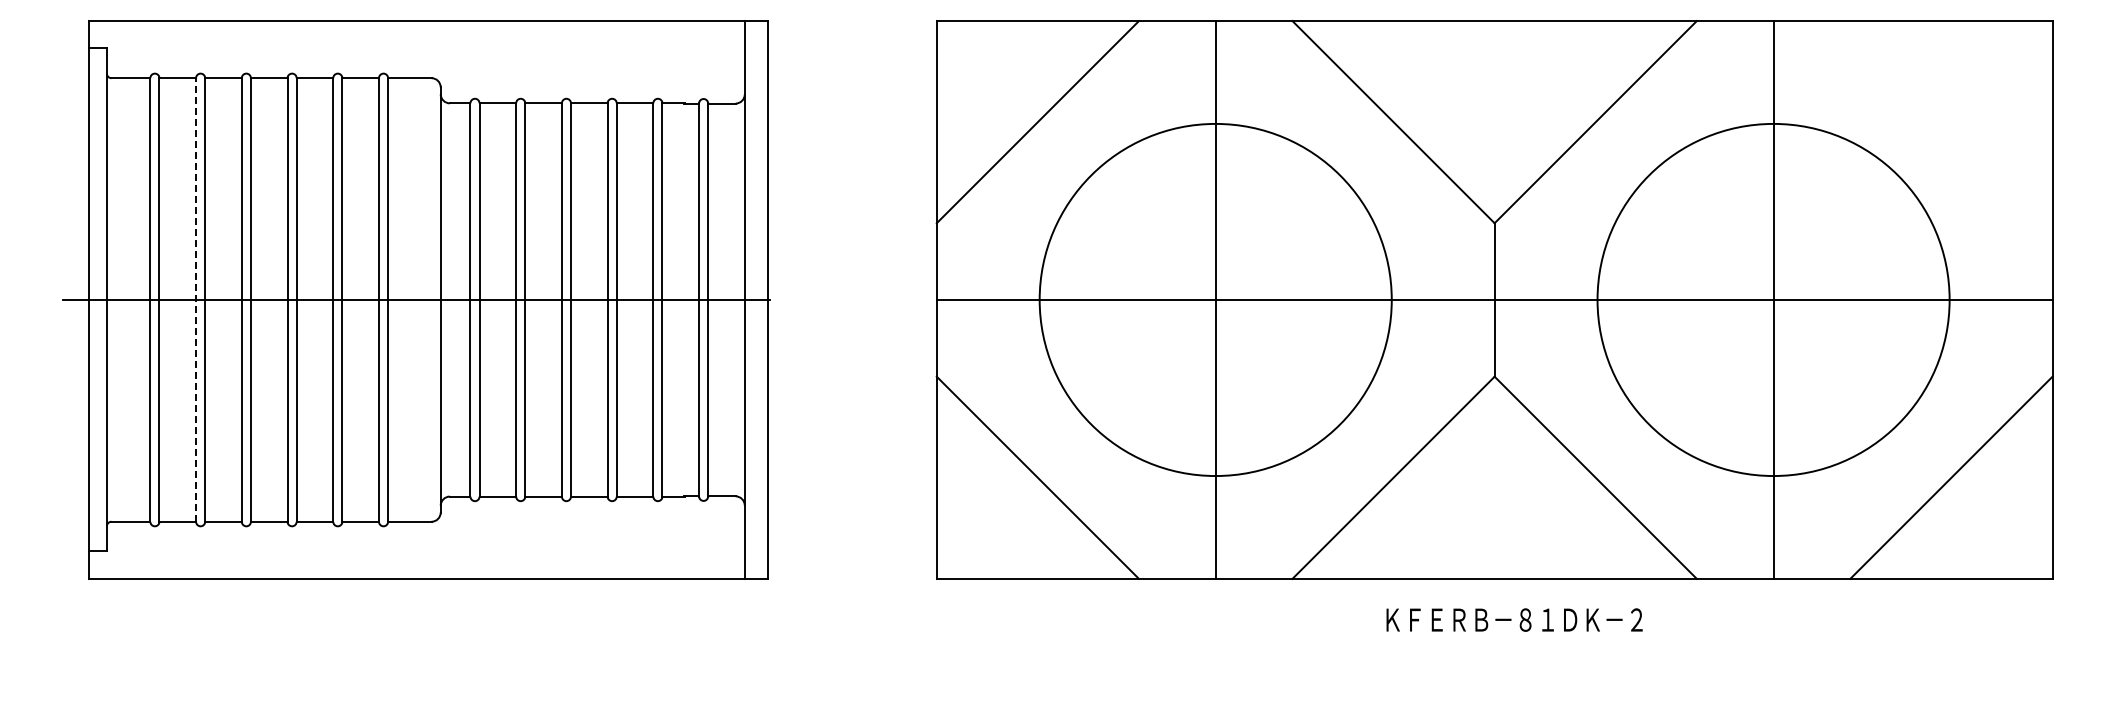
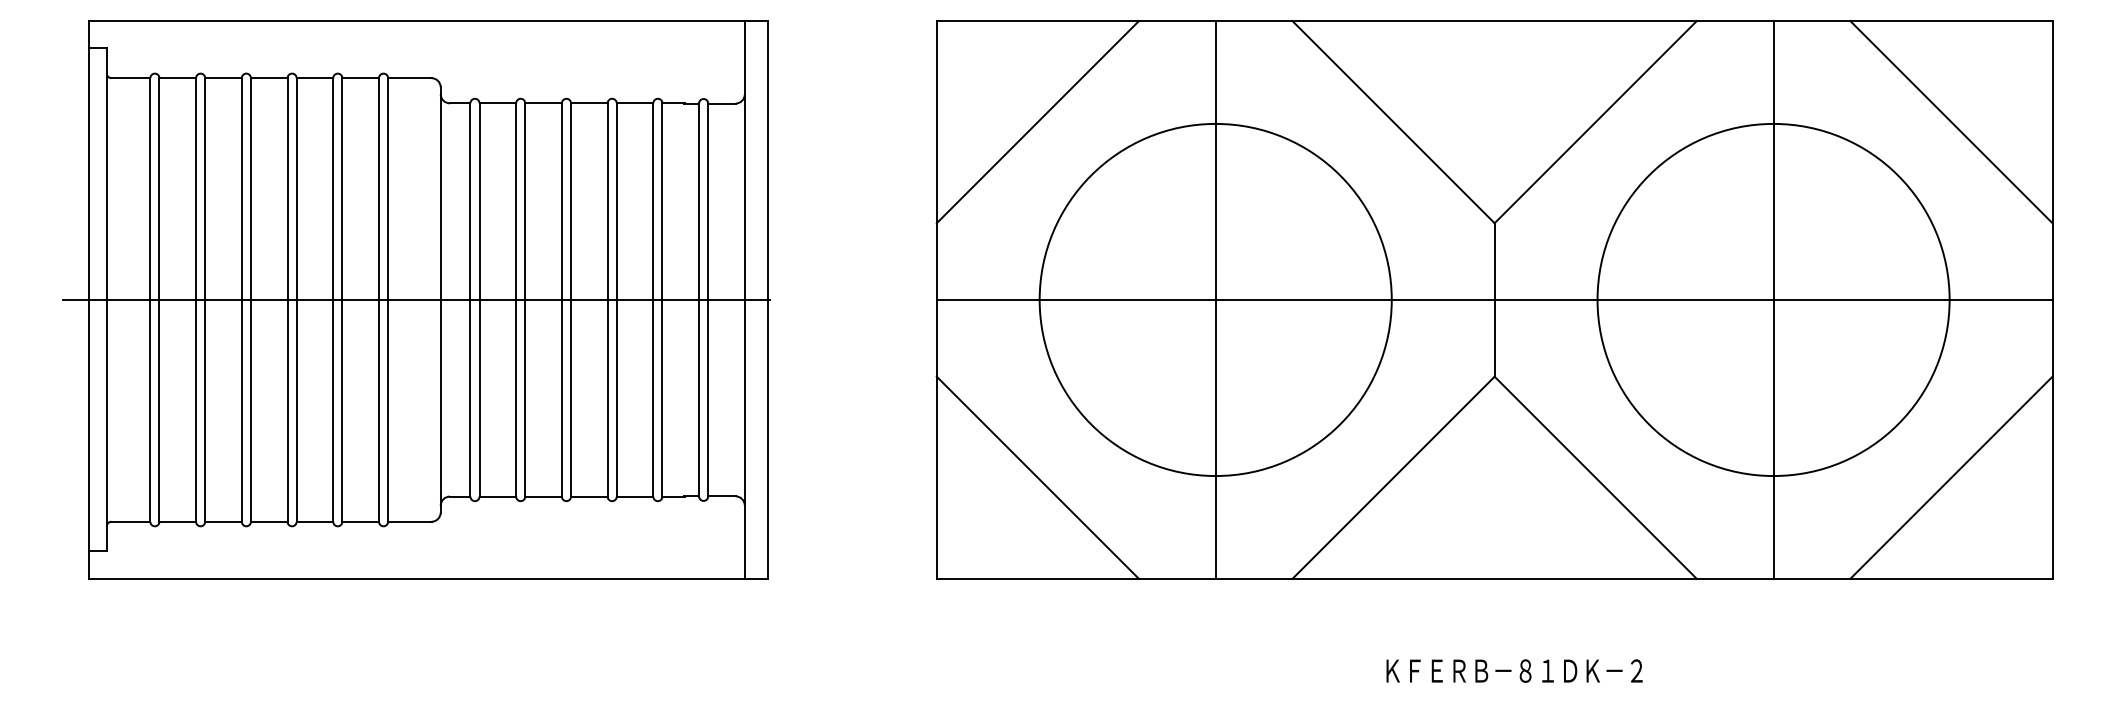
line at (1951, 122): none -> present
line at (196, 299): dashed -> solid
text at (1514, 619) position: (1514, 619) -> (1514, 670)
